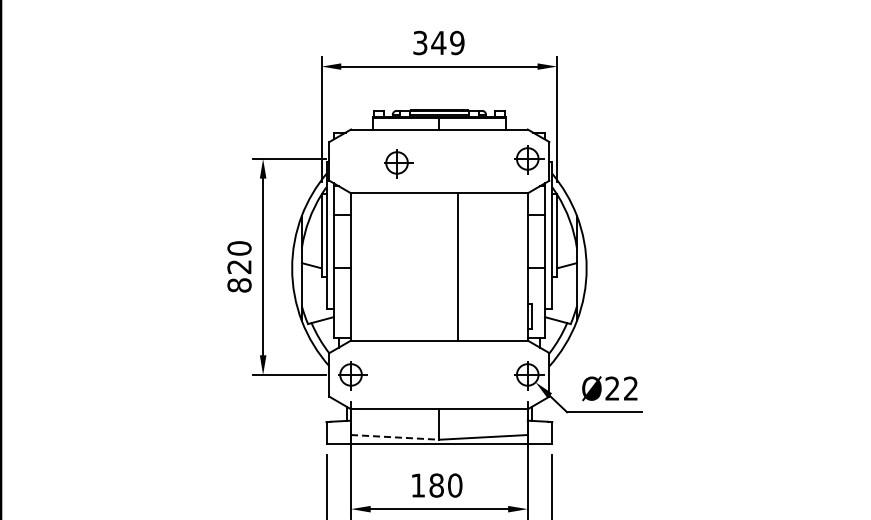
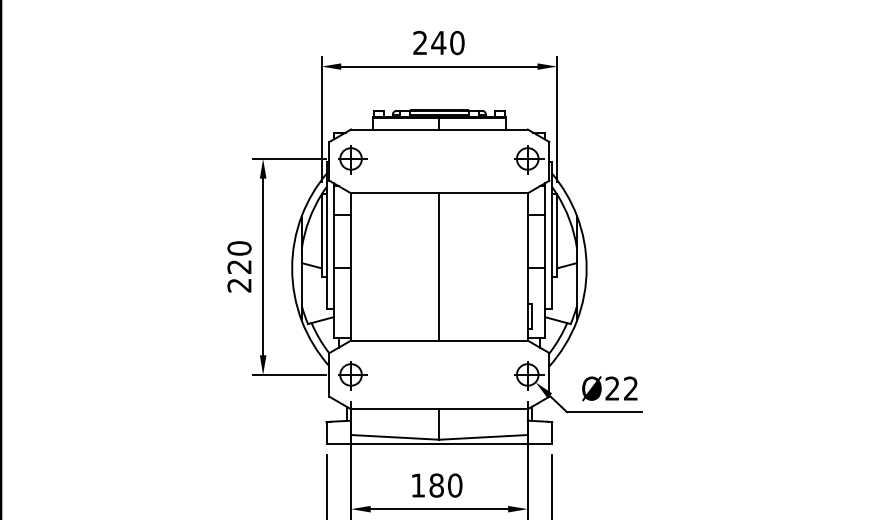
text at (438, 43): 349 -> 240
part at (398, 163) position: (398, 163) -> (352, 159)
line at (458, 266) position: (458, 266) -> (439, 266)
text at (239, 285): 820 -> 220
line at (395, 437): dashed -> solid
